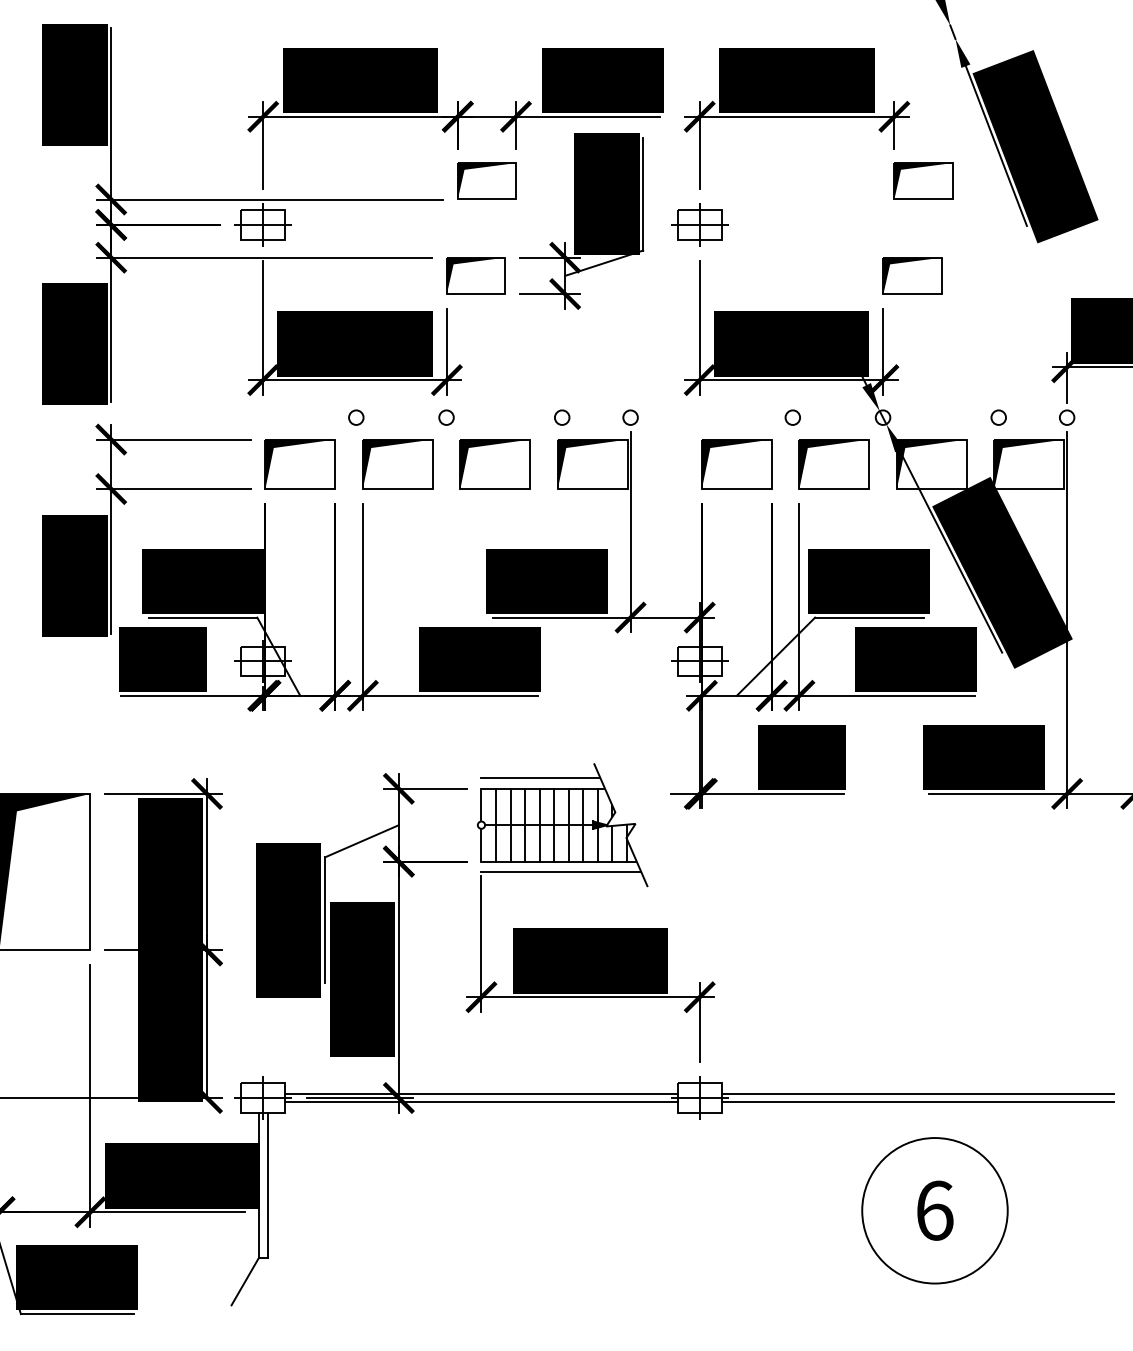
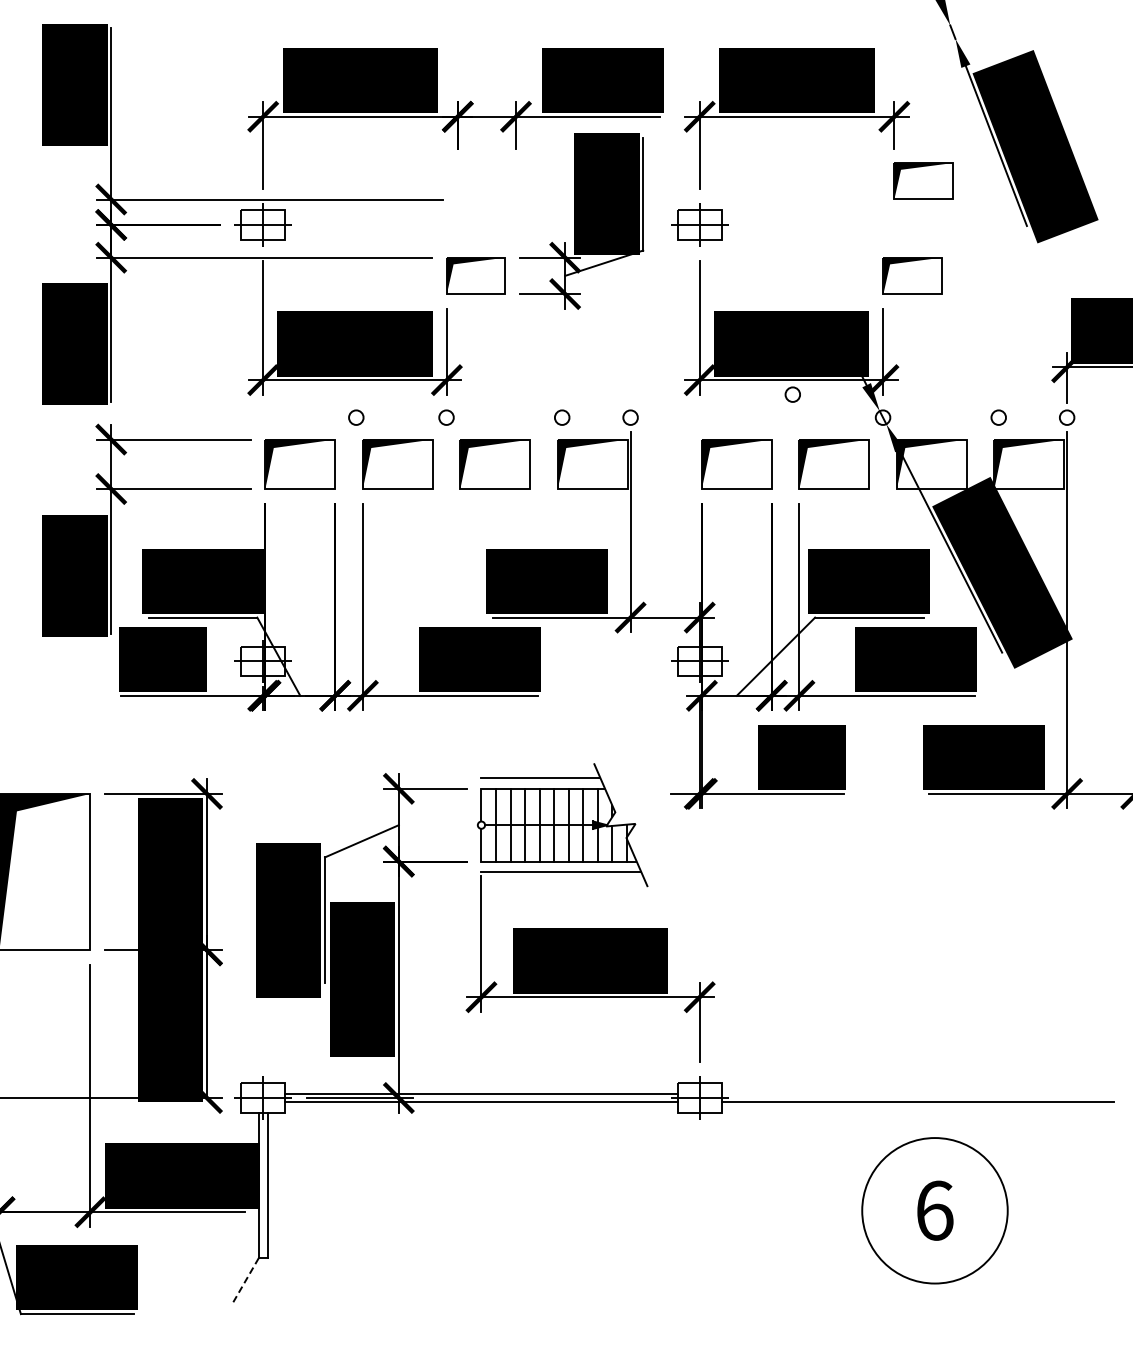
part at (486, 180): present -> none
circle at (792, 417) position: (792, 417) -> (792, 394)
line at (917, 1093): present -> none
line at (244, 1282): solid -> dashed
